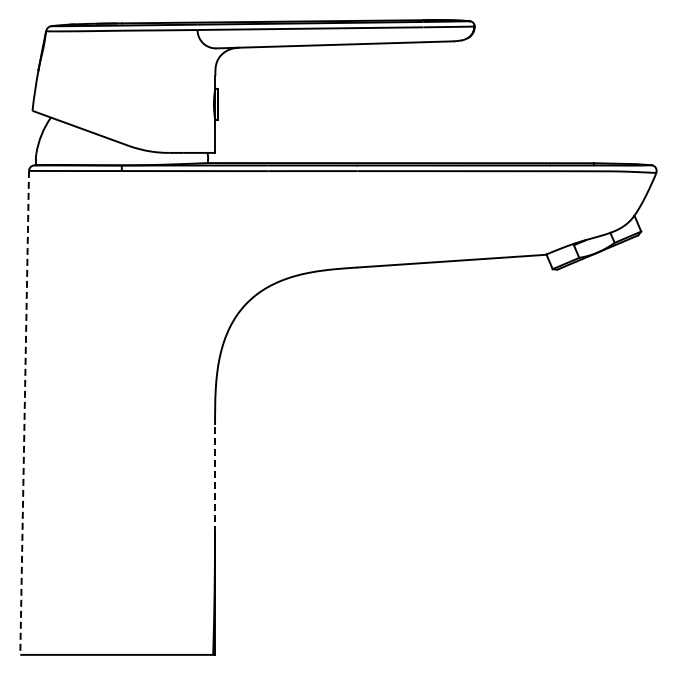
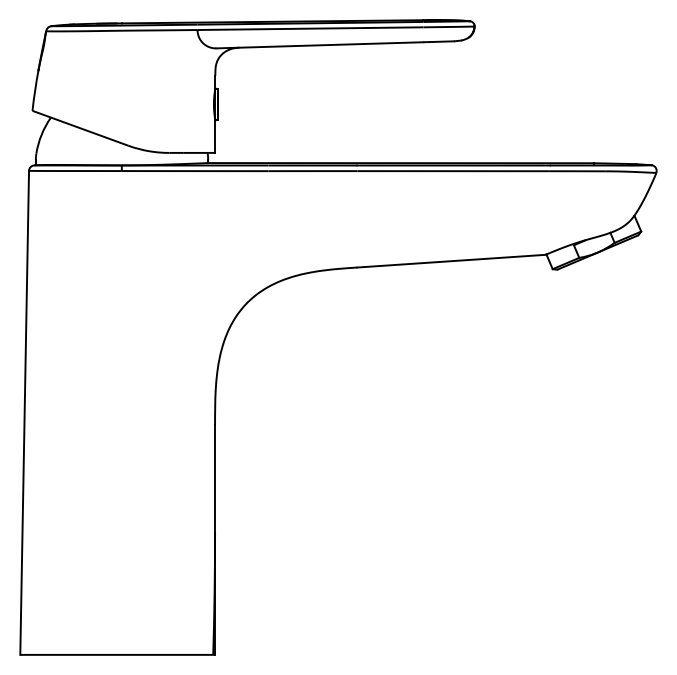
line at (24, 413): dashed -> solid
line at (215, 478): dashed -> solid
